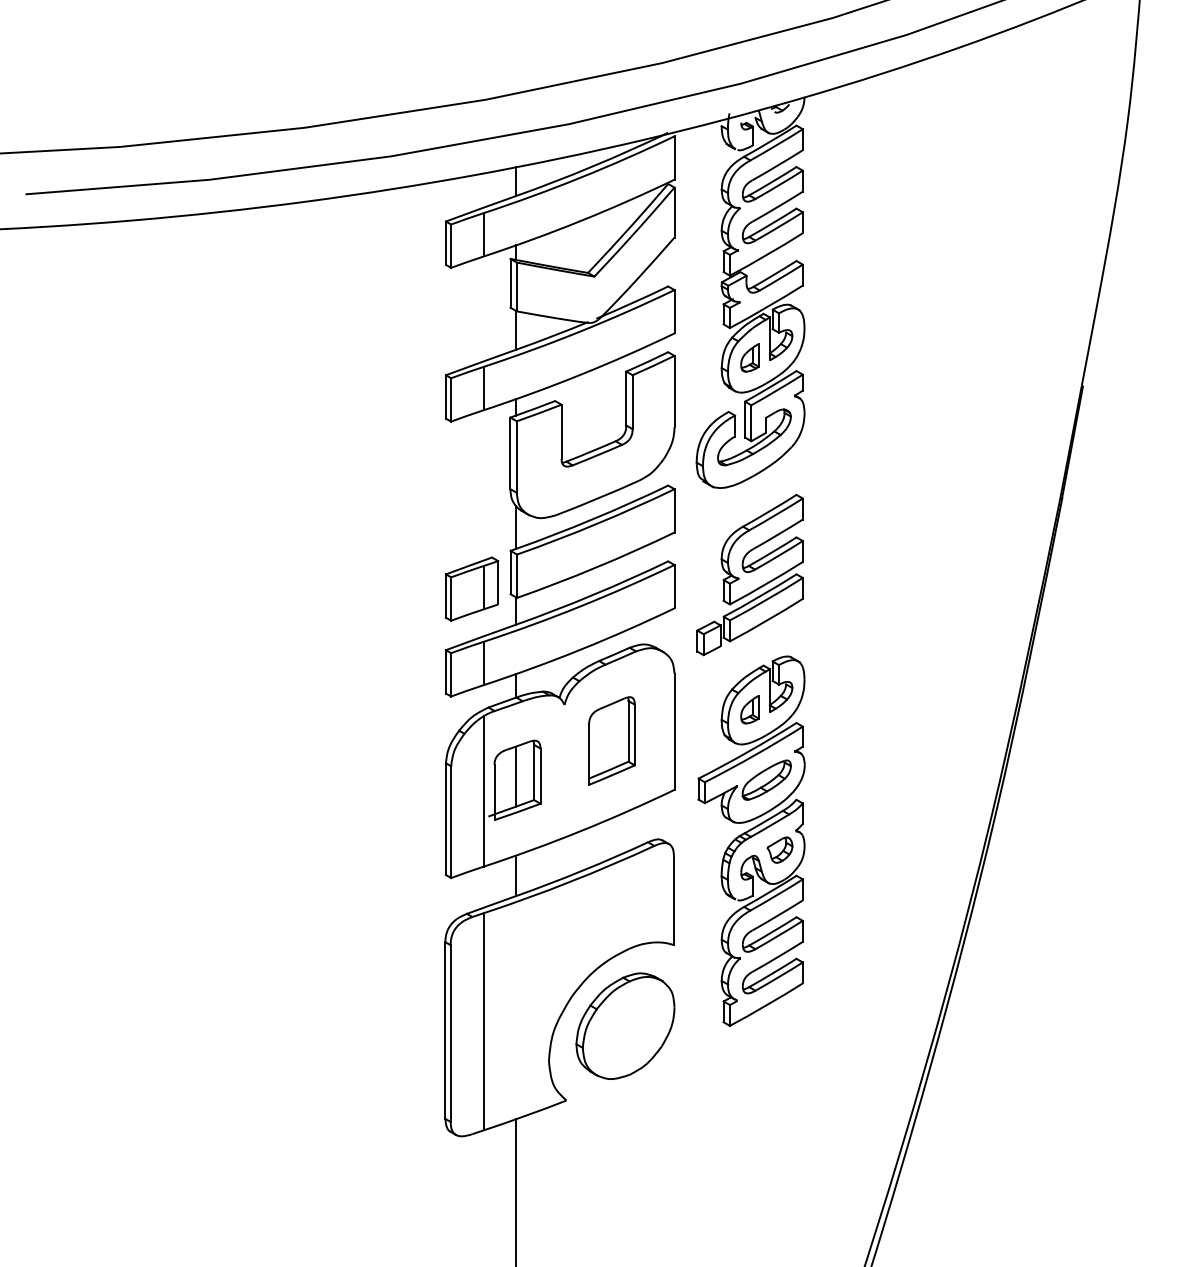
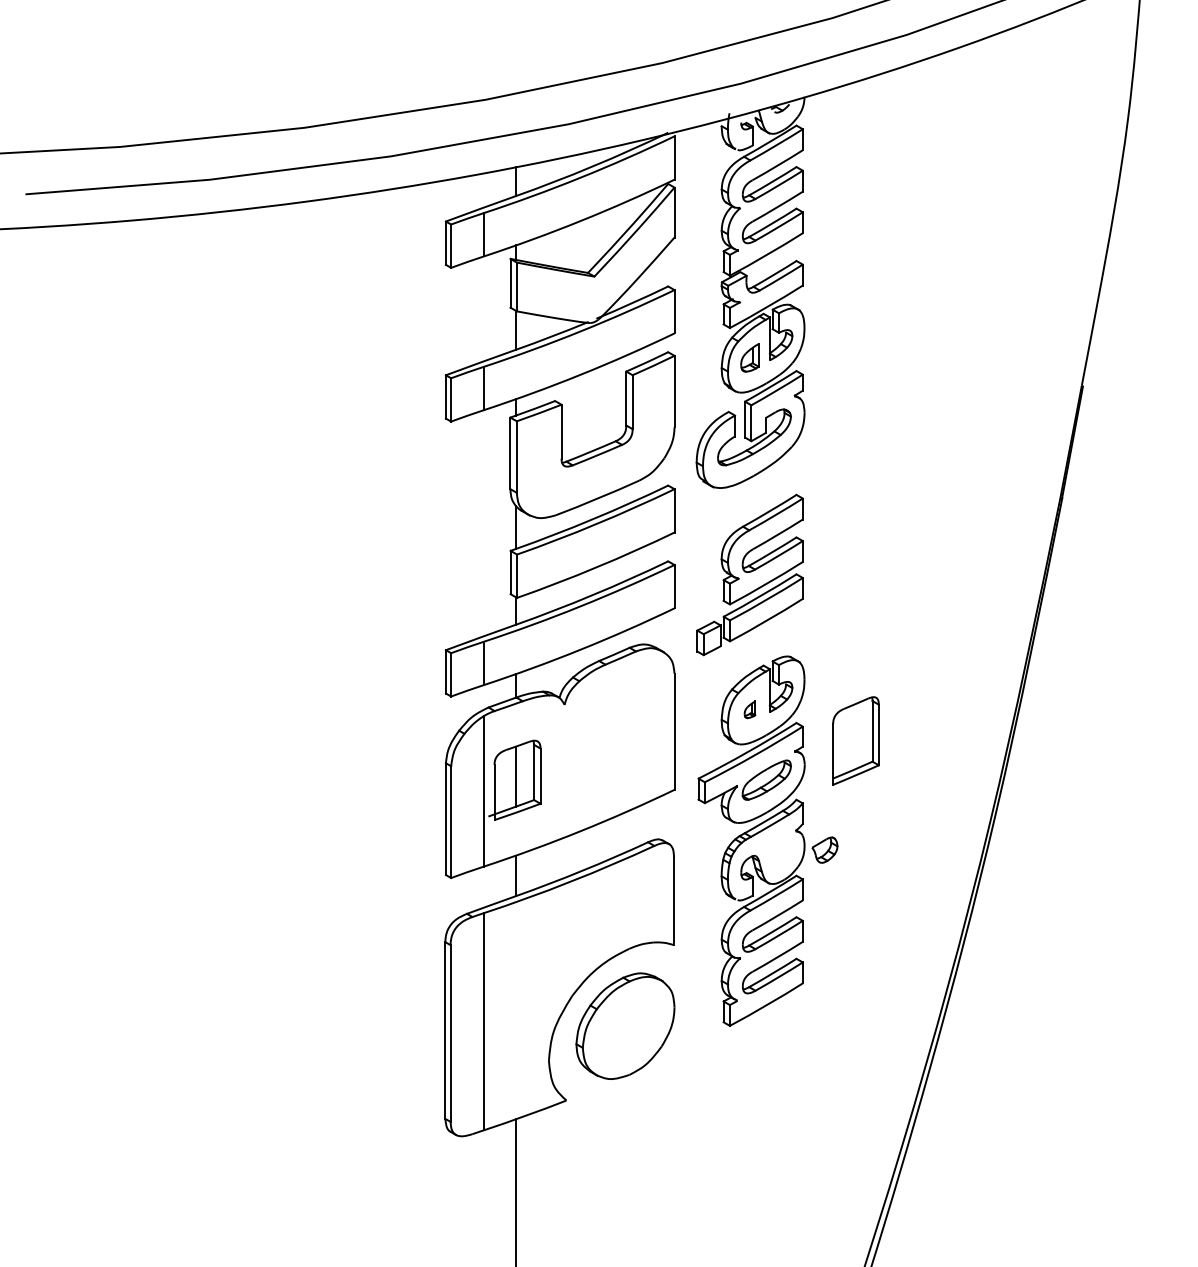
part at (471, 588): present -> none
part at (749, 709) size: 20x30 px -> 14x20 px
part at (611, 740) position: (611, 740) -> (855, 740)
part at (779, 849) position: (779, 849) -> (824, 849)
